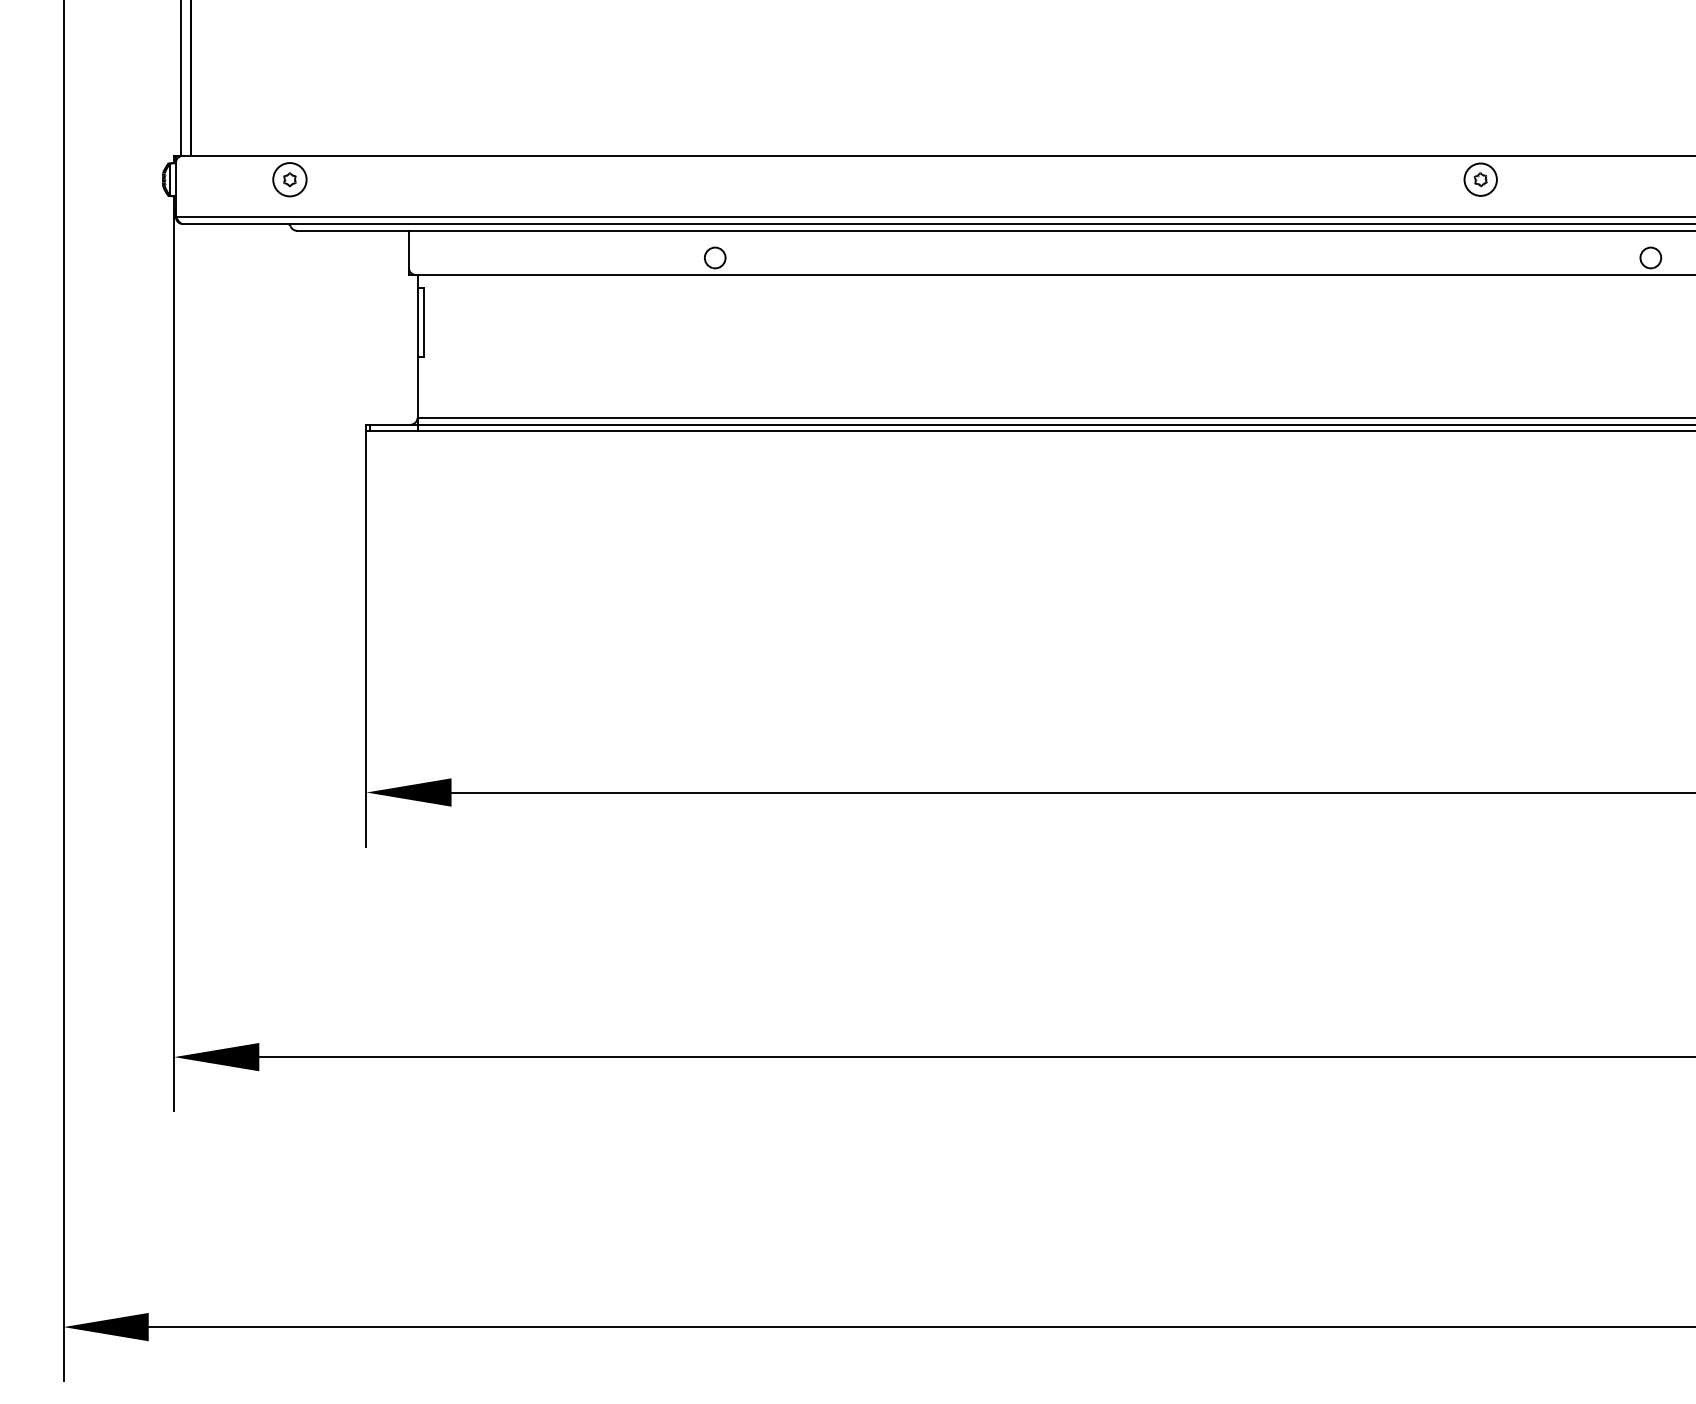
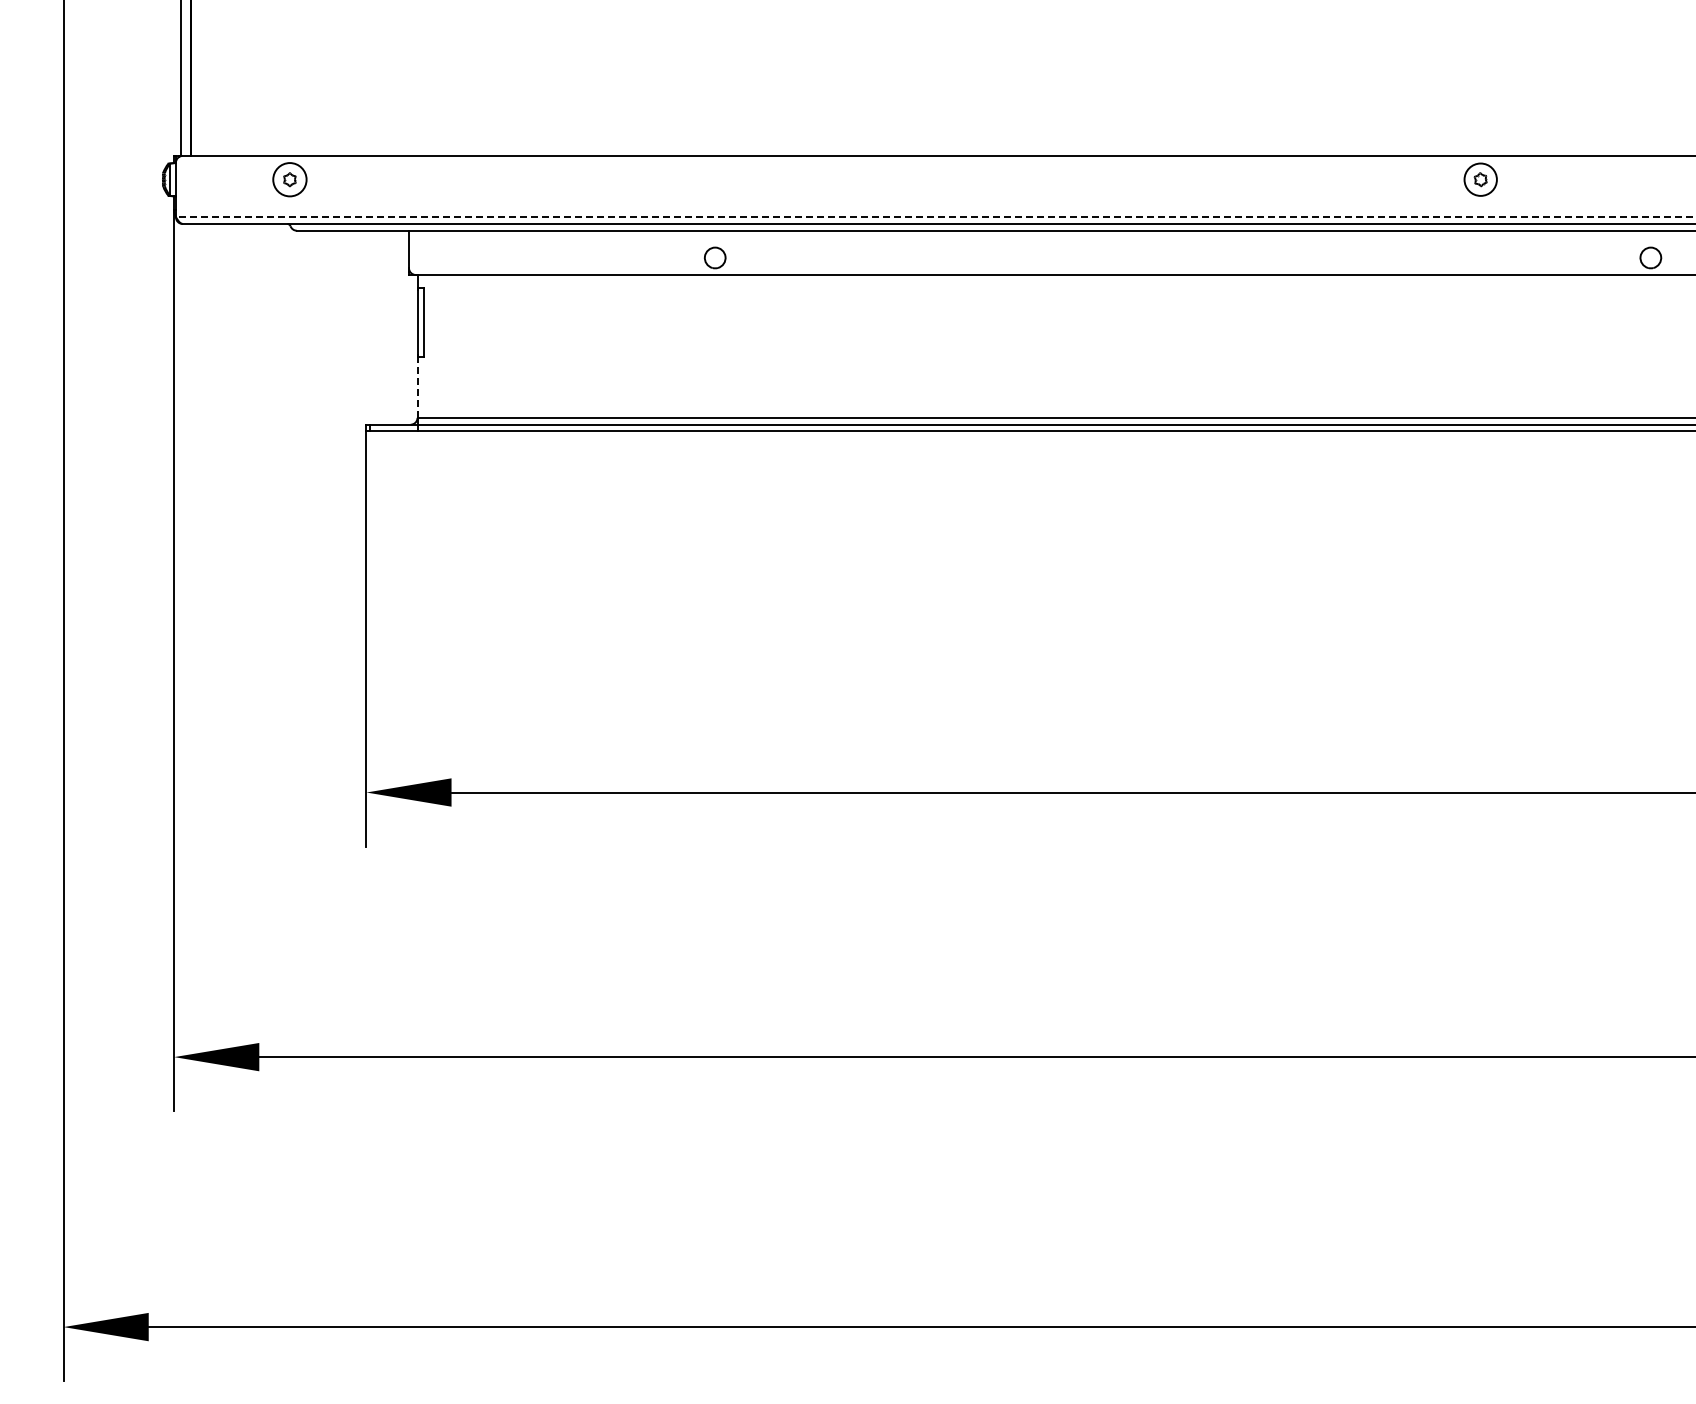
line at (935, 217): solid -> dashed
line at (417, 387): solid -> dashed
